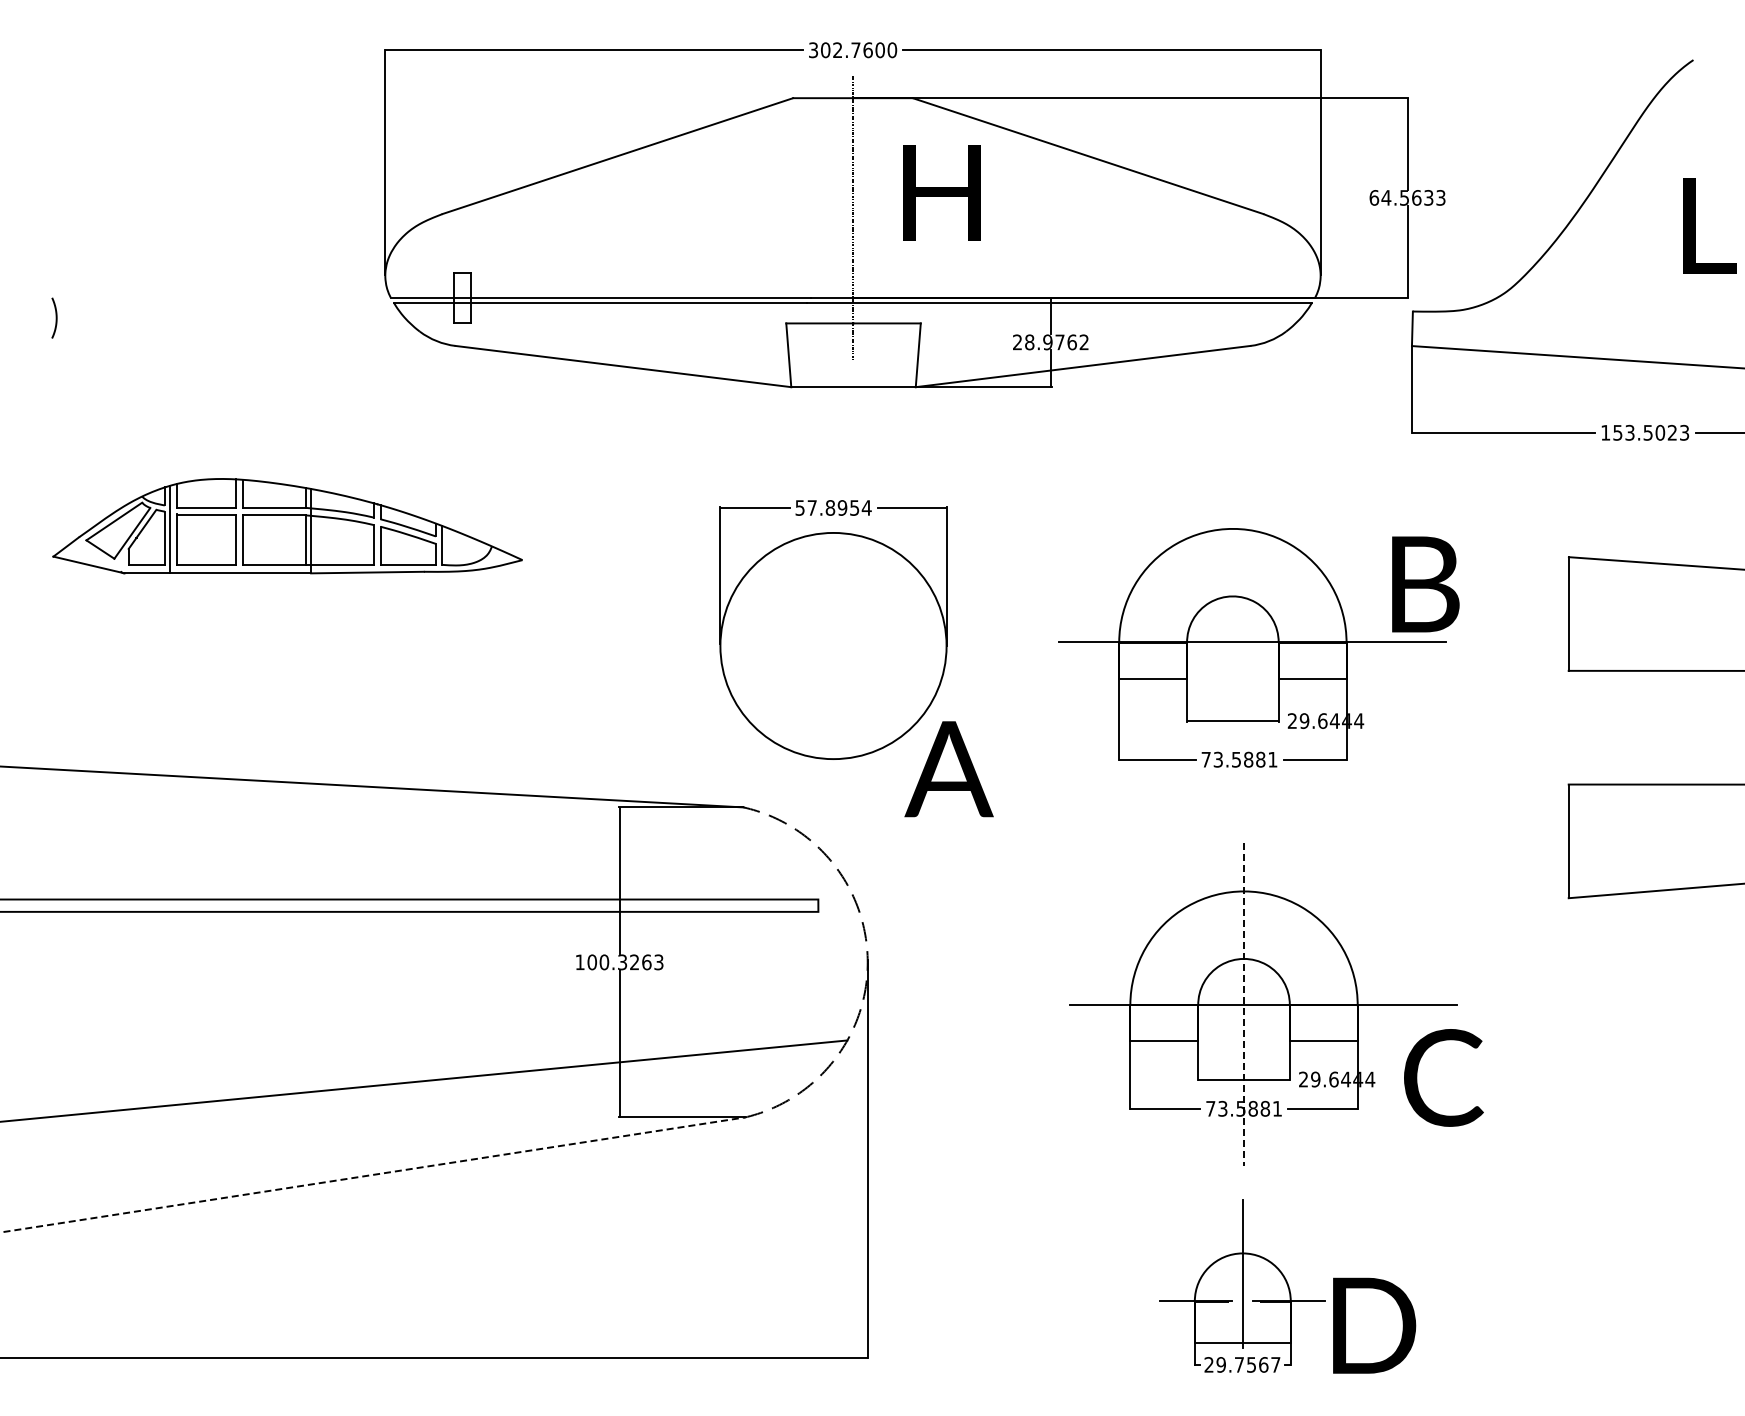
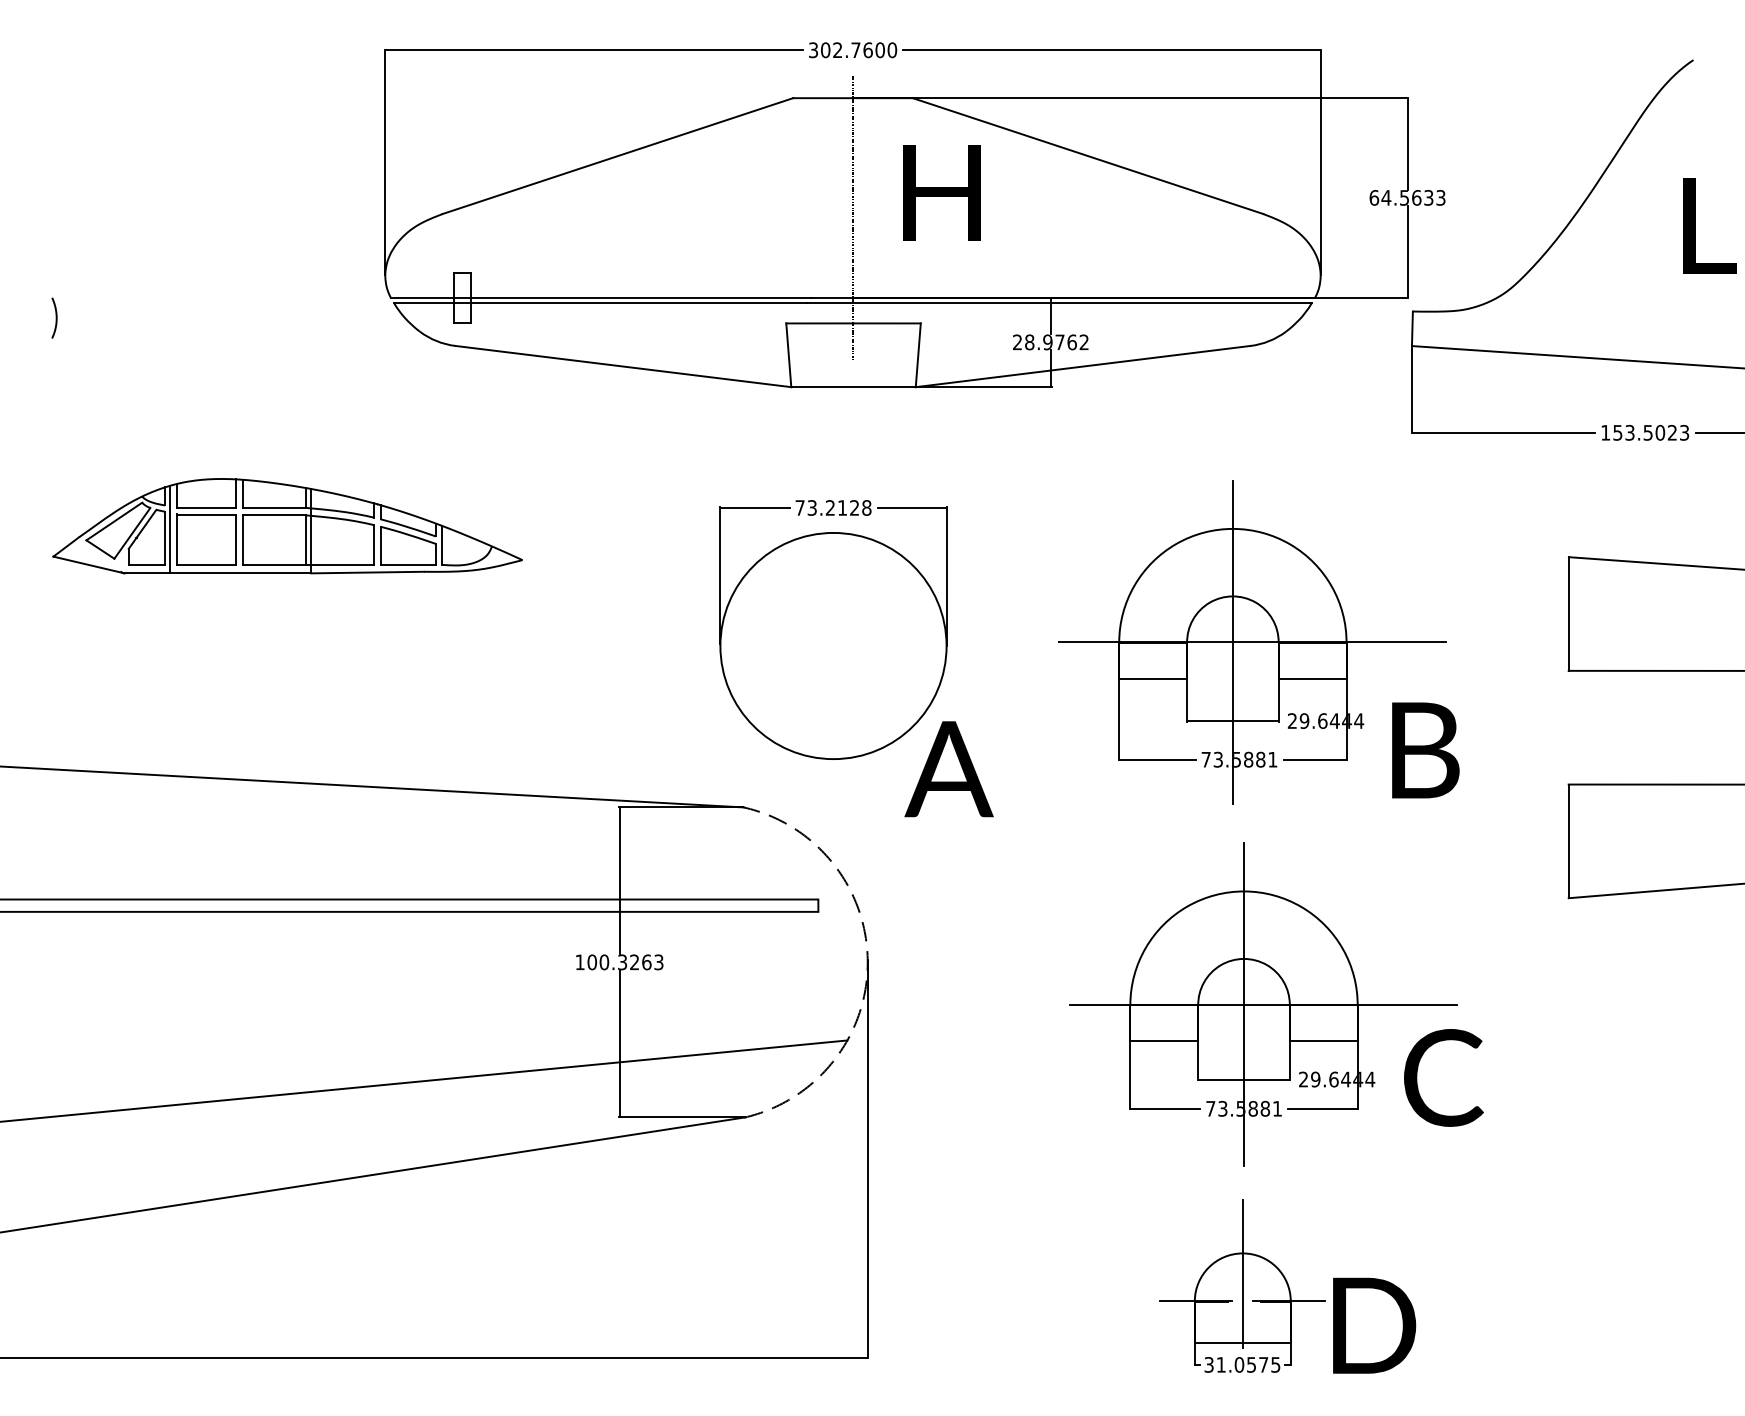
text at (833, 507): 57.8954 -> 73.2128
text at (1425, 584) position: (1425, 584) -> (1425, 750)
line at (1232, 641): none -> present
line at (1244, 1005): dashed -> solid
line at (372, 1174): dashed -> solid
text at (1242, 1364): 29.7567 -> 31.0575
